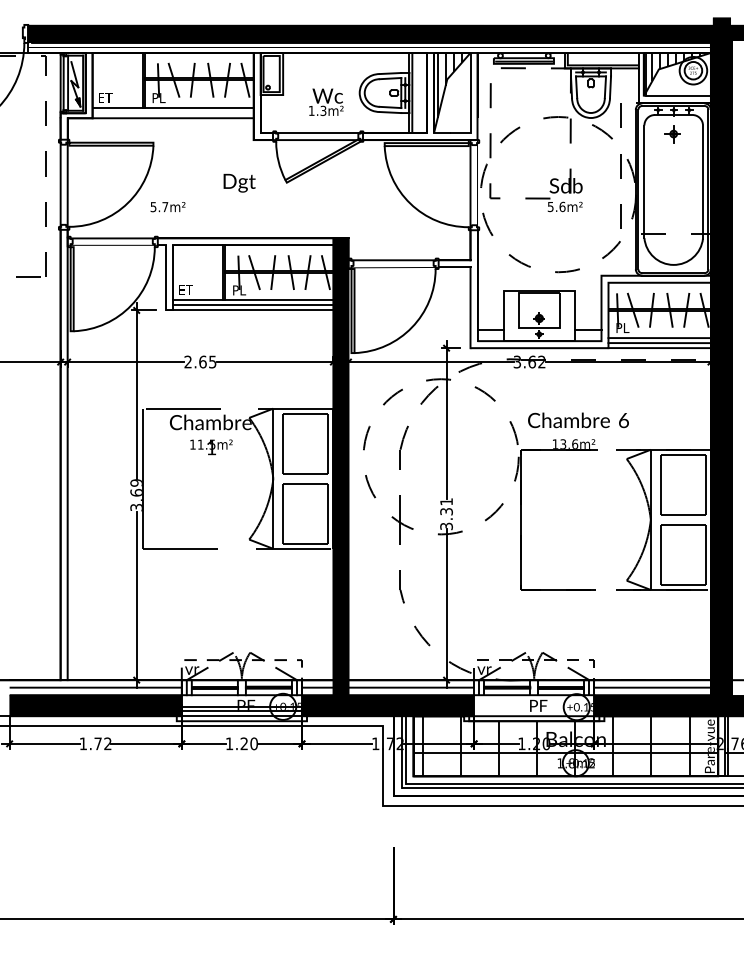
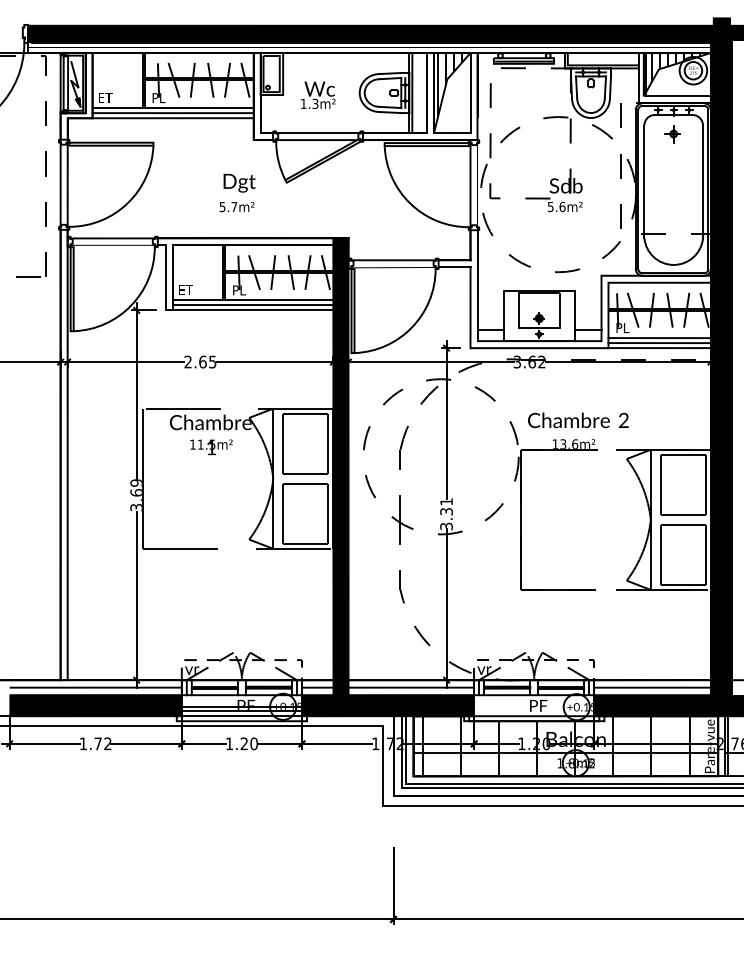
text at (326, 101) position: (326, 101) -> (318, 94)
line at (172, 113): none -> present
text at (167, 207) position: (167, 207) -> (236, 207)
text at (623, 420): 6 -> 2
